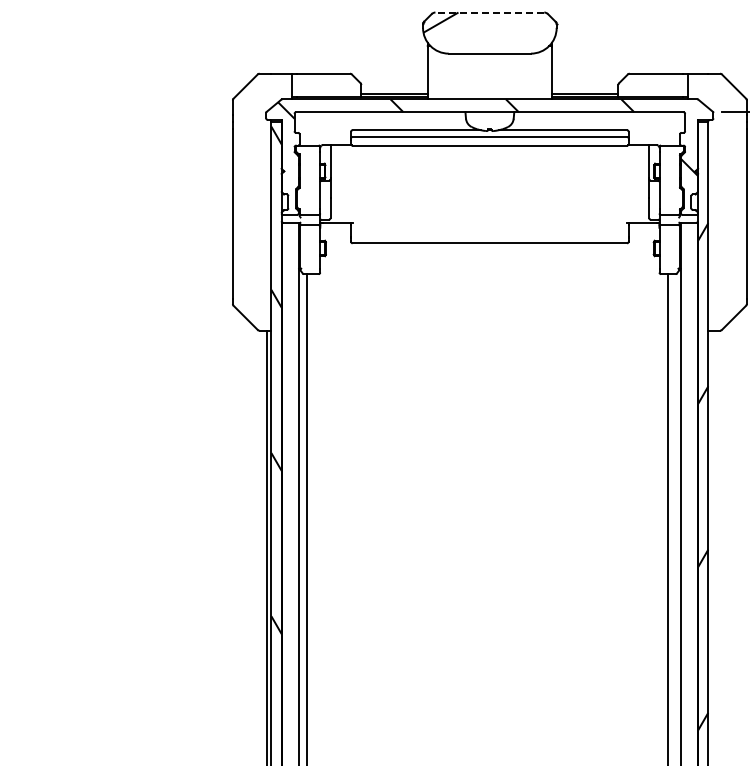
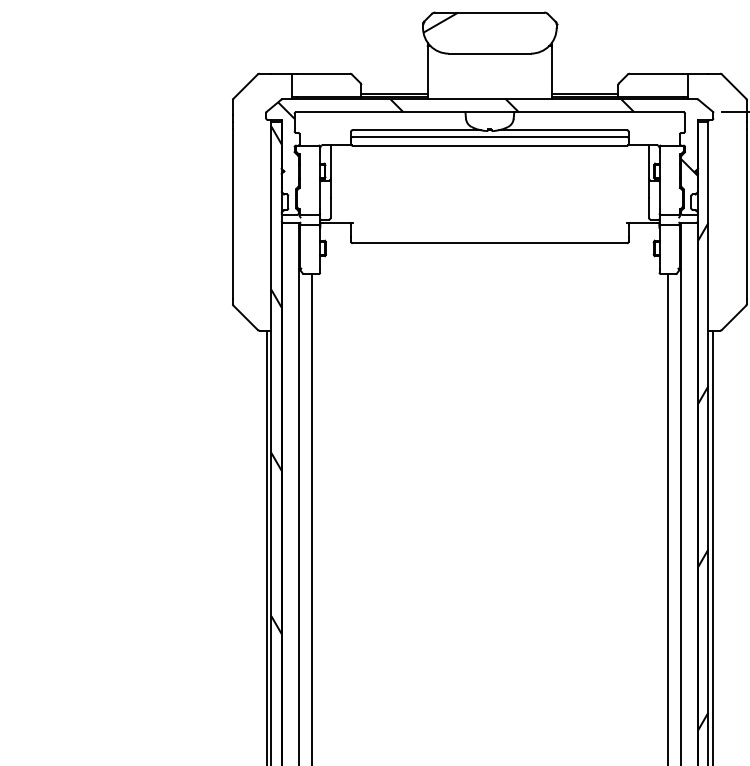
line at (489, 12): dashed -> solid
line at (307, 518) position: (307, 518) -> (312, 518)
line at (712, 546): none -> present
